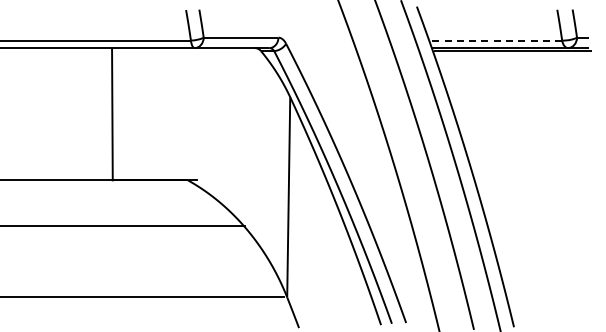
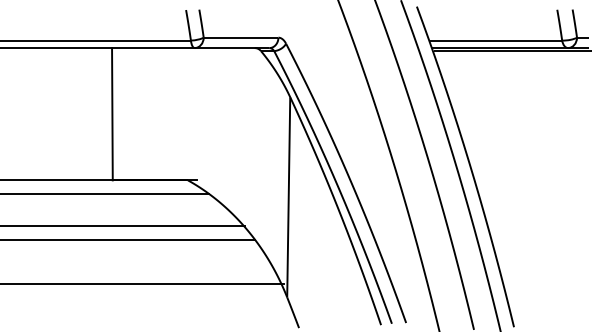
line at (496, 40): dashed -> solid
line at (105, 193): none -> present
line at (128, 239): none -> present
line at (142, 296) position: (142, 296) -> (142, 283)
